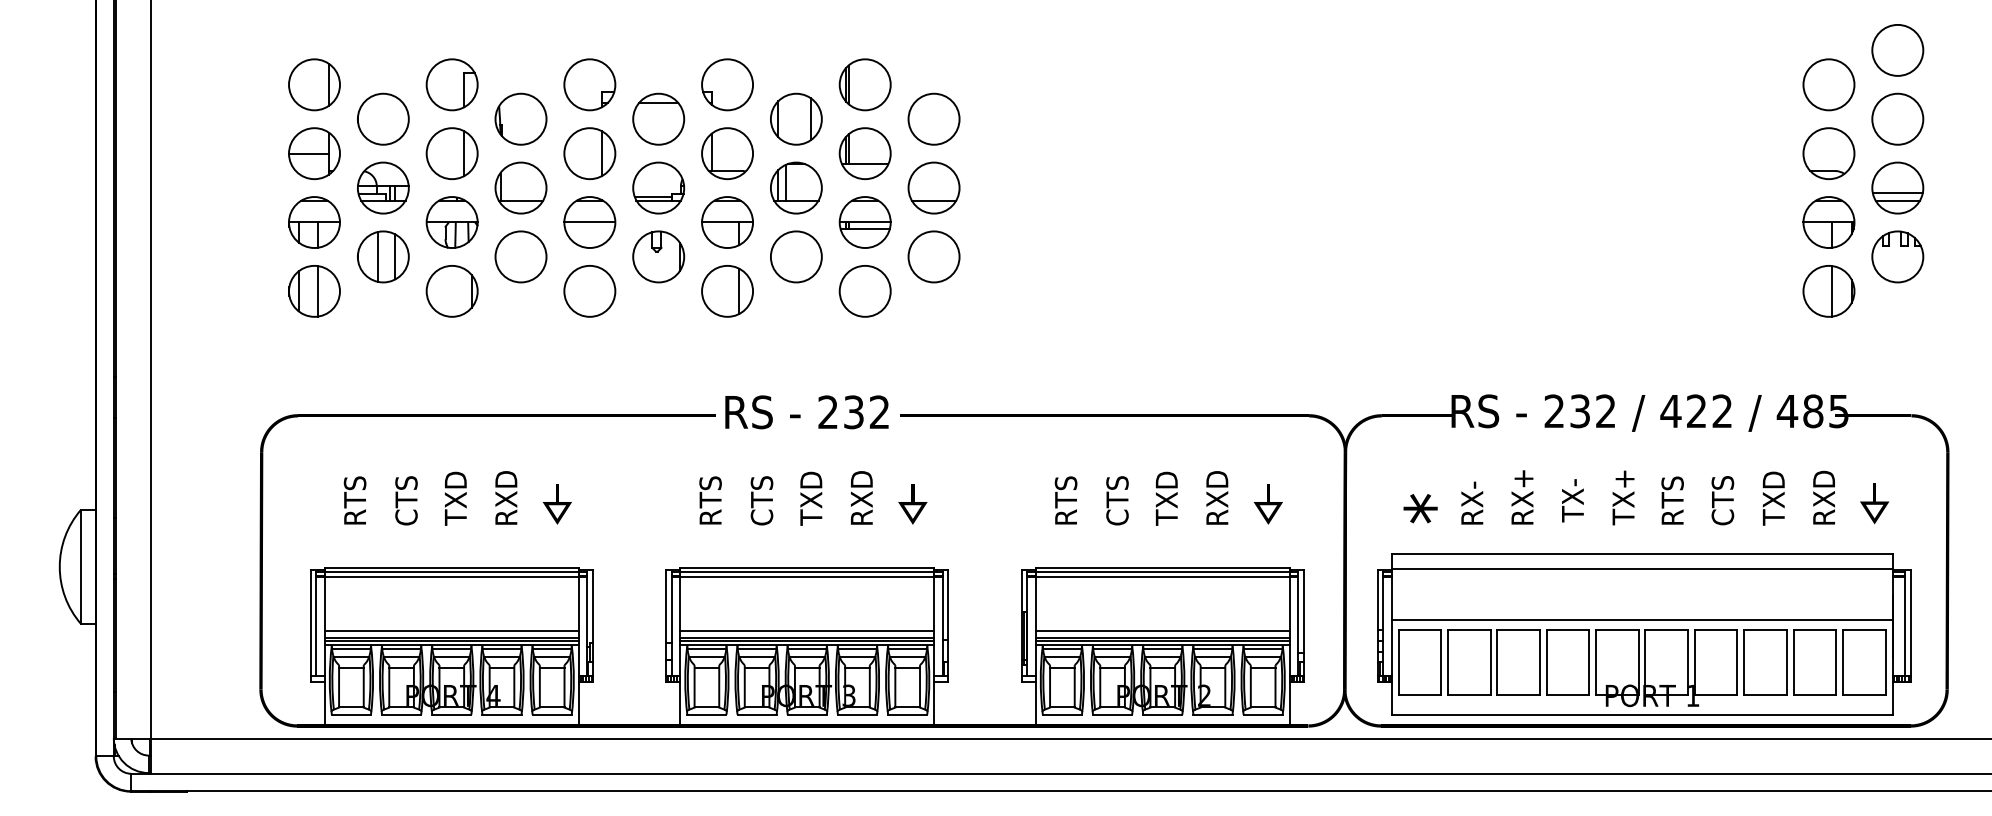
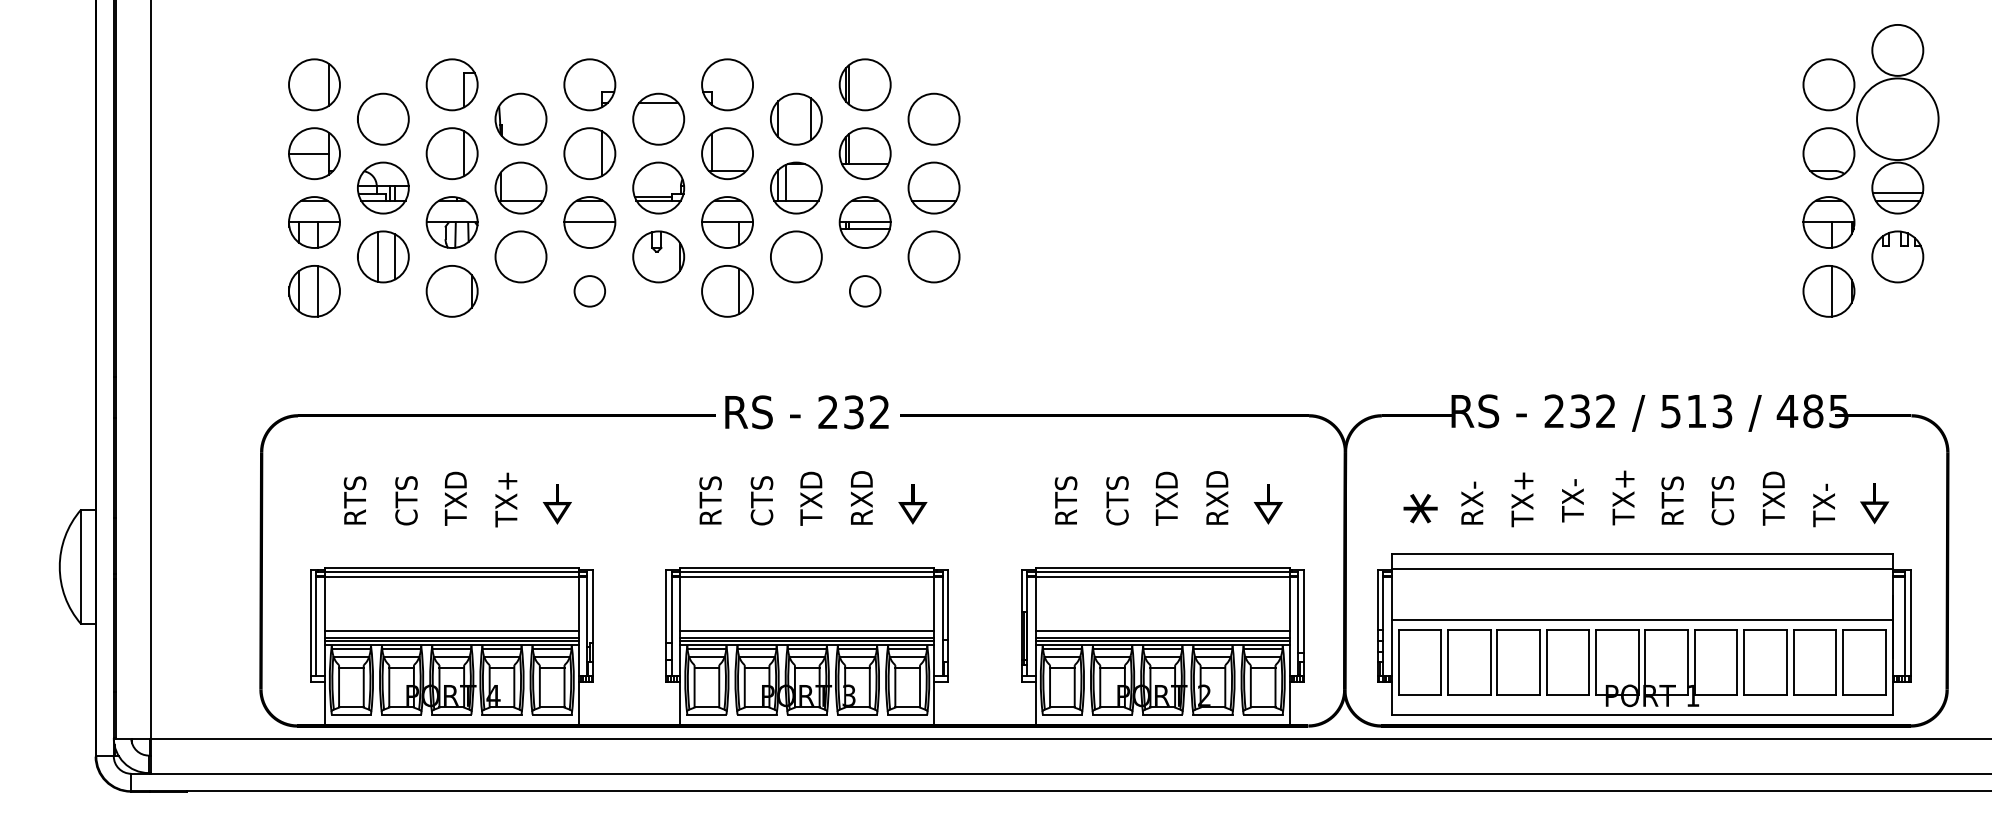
circle at (1897, 118) diameter: 51 px -> 82 px
circle at (589, 290) diameter: 51 px -> 31 px
circle at (864, 290) diameter: 51 px -> 31 px
text at (1696, 411): 422 -> 513
text at (1522, 498): RX+ -> TX+
text at (1823, 498): RXD -> TX-
text at (506, 499): RXD -> TX+
